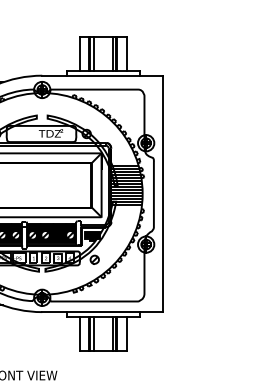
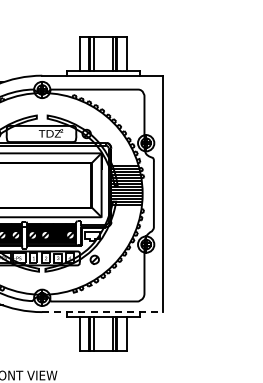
fill at (91, 235): present -> none
line at (102, 312): solid -> dashed
